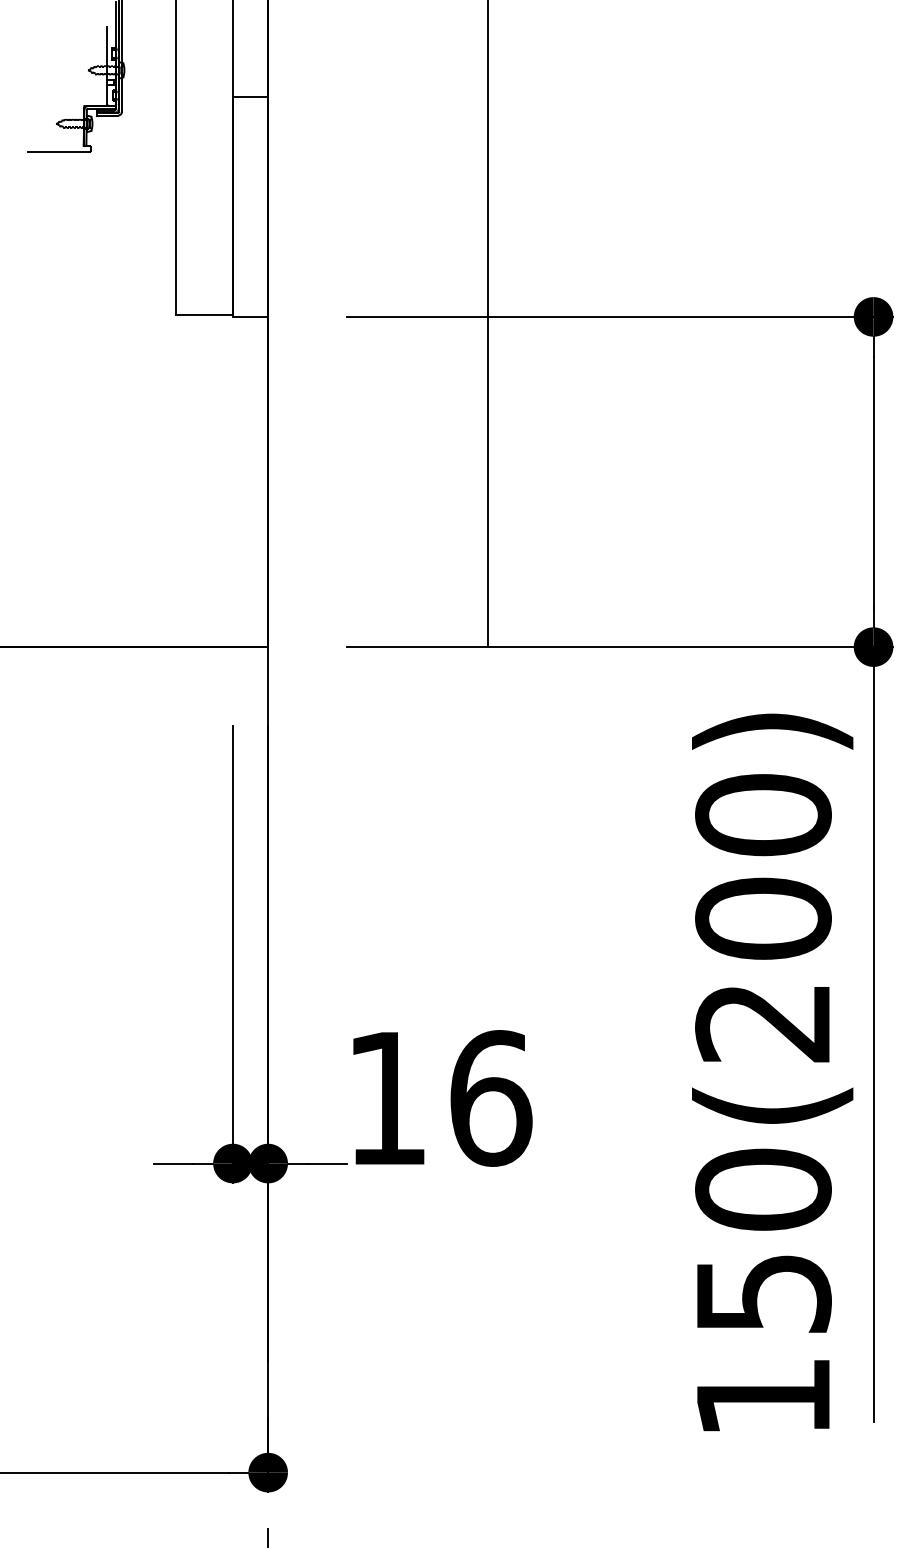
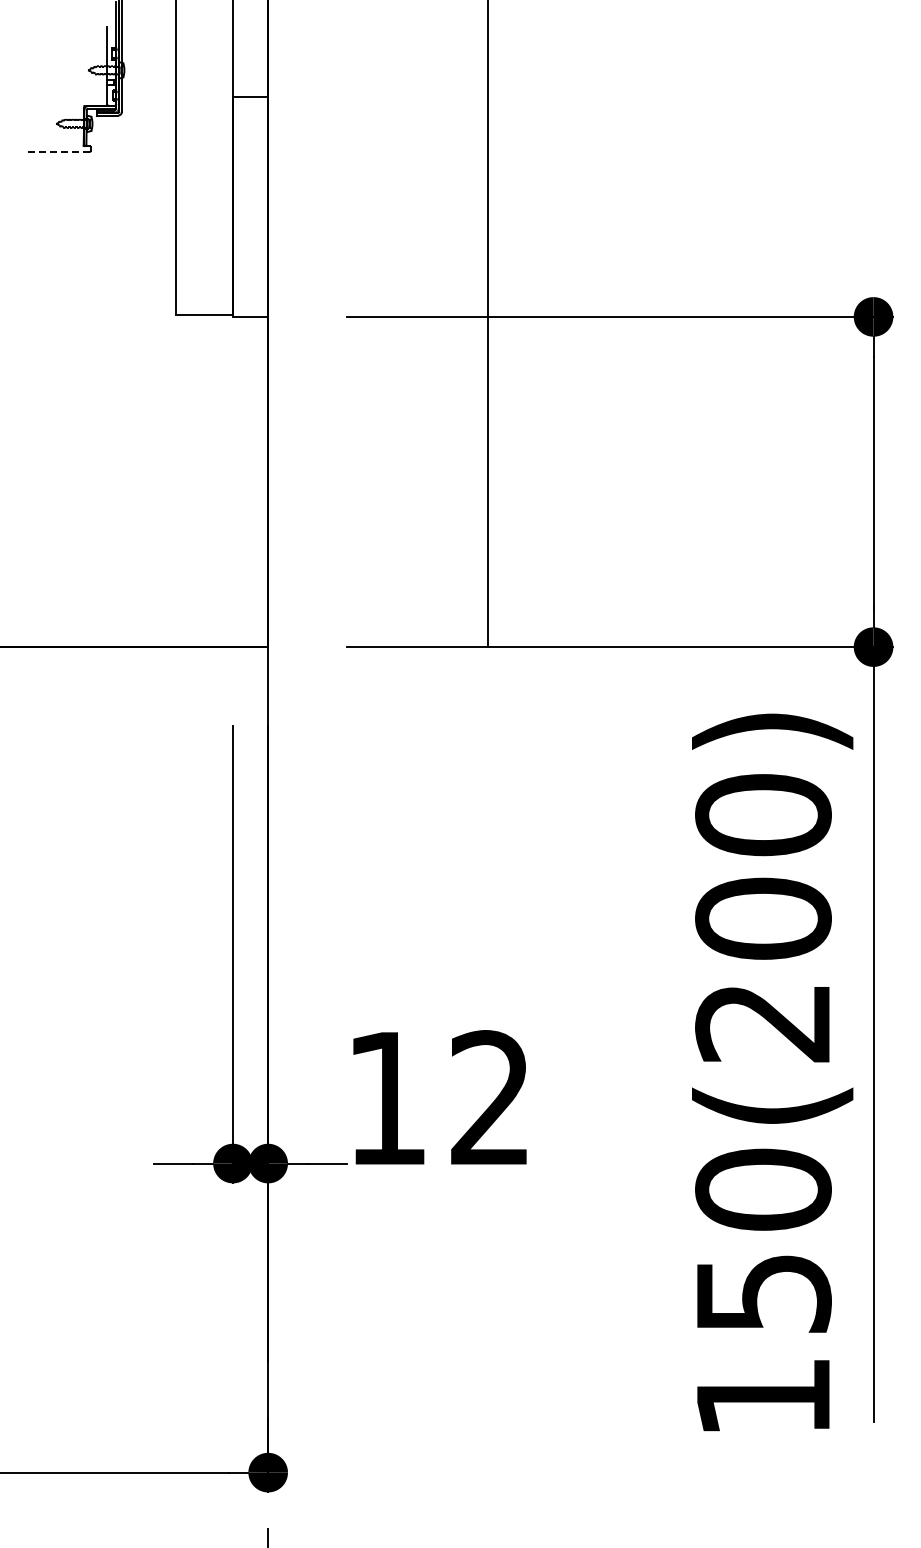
line at (59, 151): solid -> dashed
text at (491, 1098): 16 -> 12
